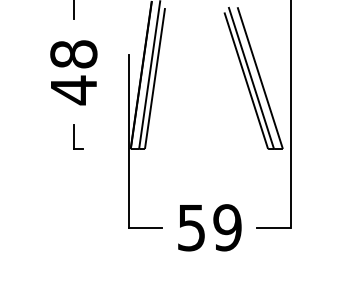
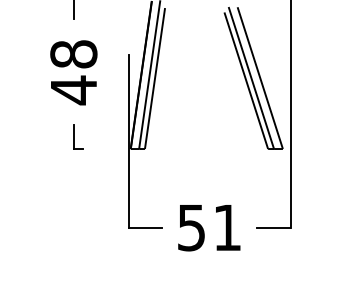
text at (227, 227): 59 -> 51
